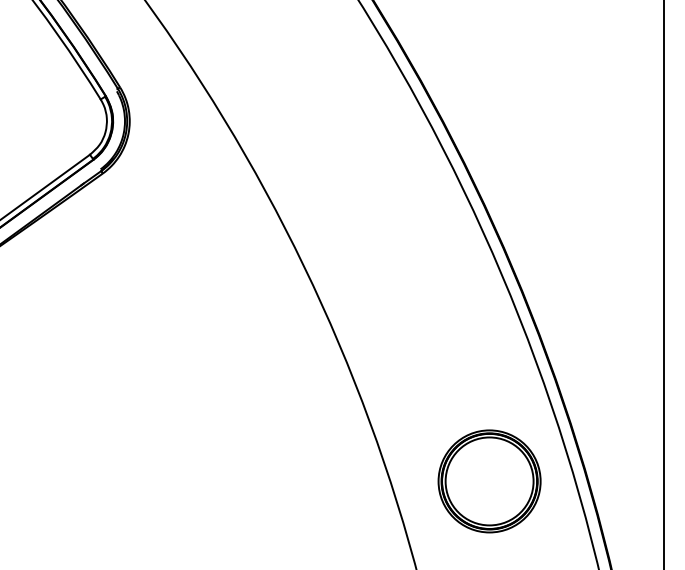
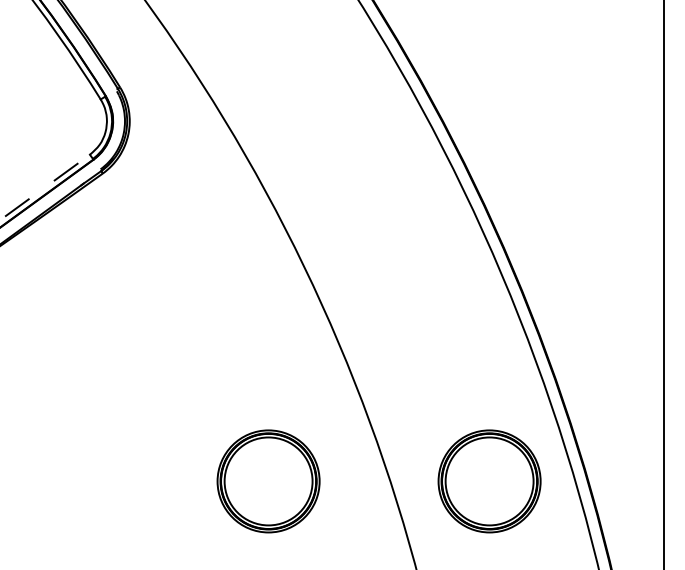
line at (45, 187): solid -> dashed
part at (268, 481): none -> present
